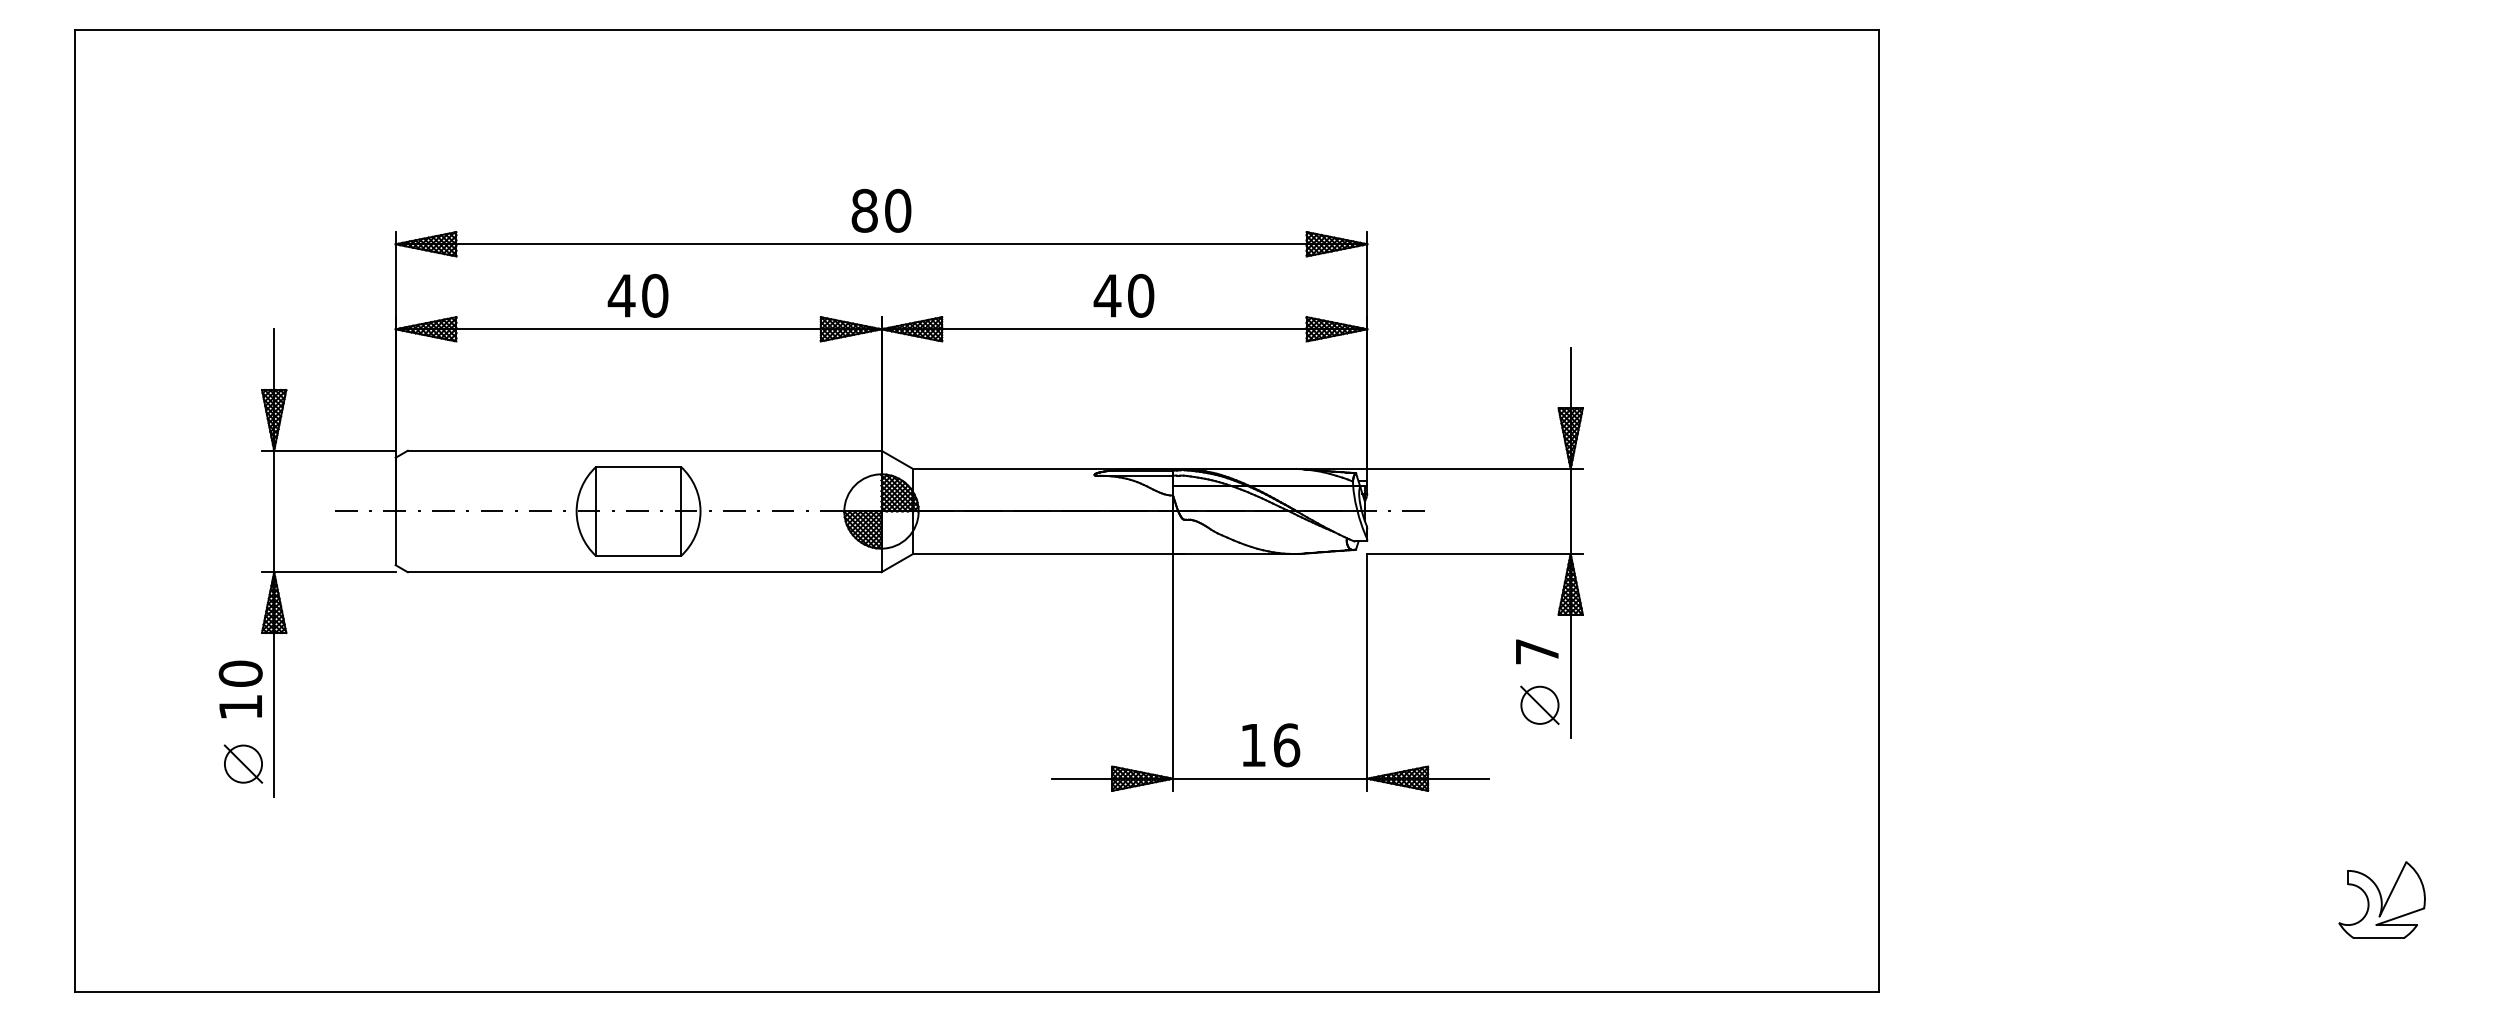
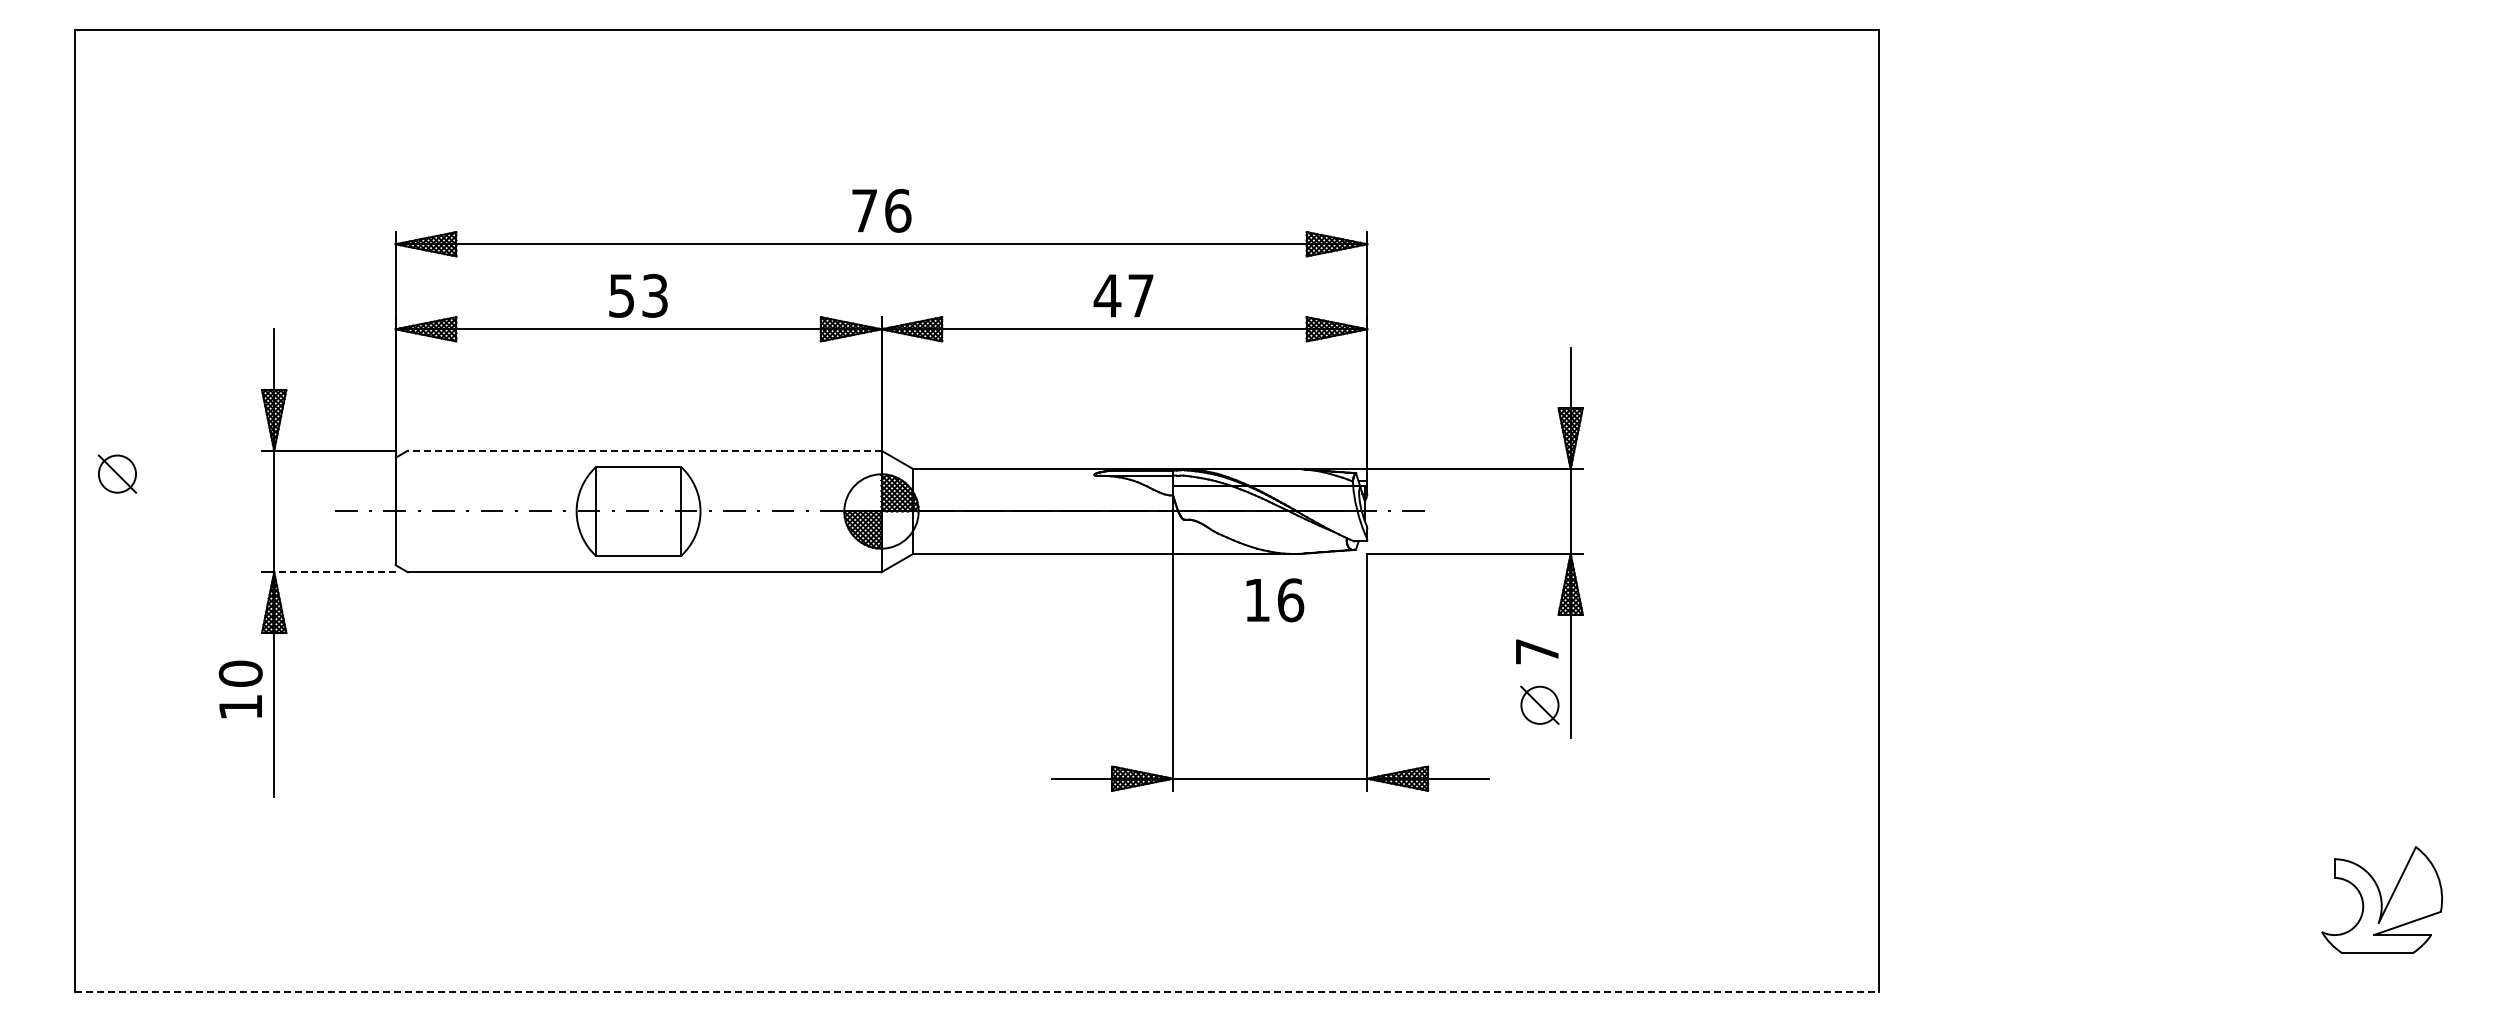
text at (881, 210): 80 -> 76
text at (637, 295): 40 -> 53
text at (1141, 295): 40 -> 47
line at (644, 450): solid -> dashed
line at (334, 572): solid -> dashed
text at (1271, 745) position: (1271, 745) -> (1275, 600)
part at (243, 763) position: (243, 763) -> (117, 473)
part at (2381, 899) size: 88x78 px -> 123x108 px
line at (976, 992): solid -> dashed
